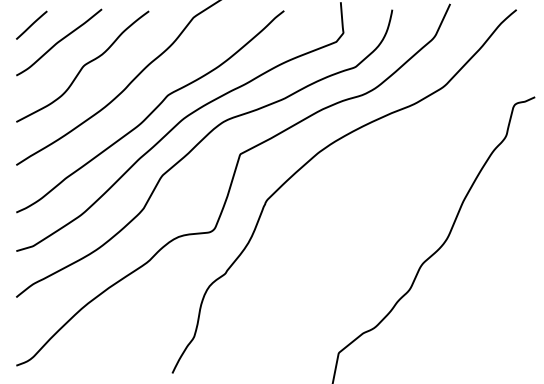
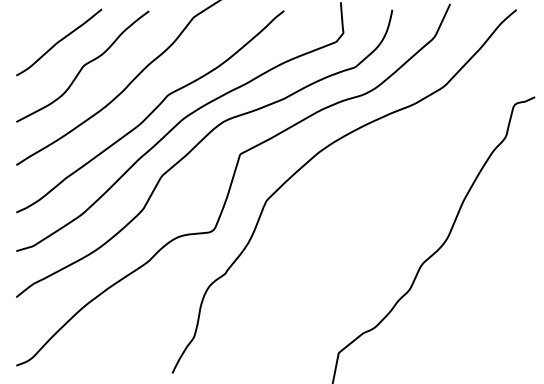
line at (31, 24): present -> none
